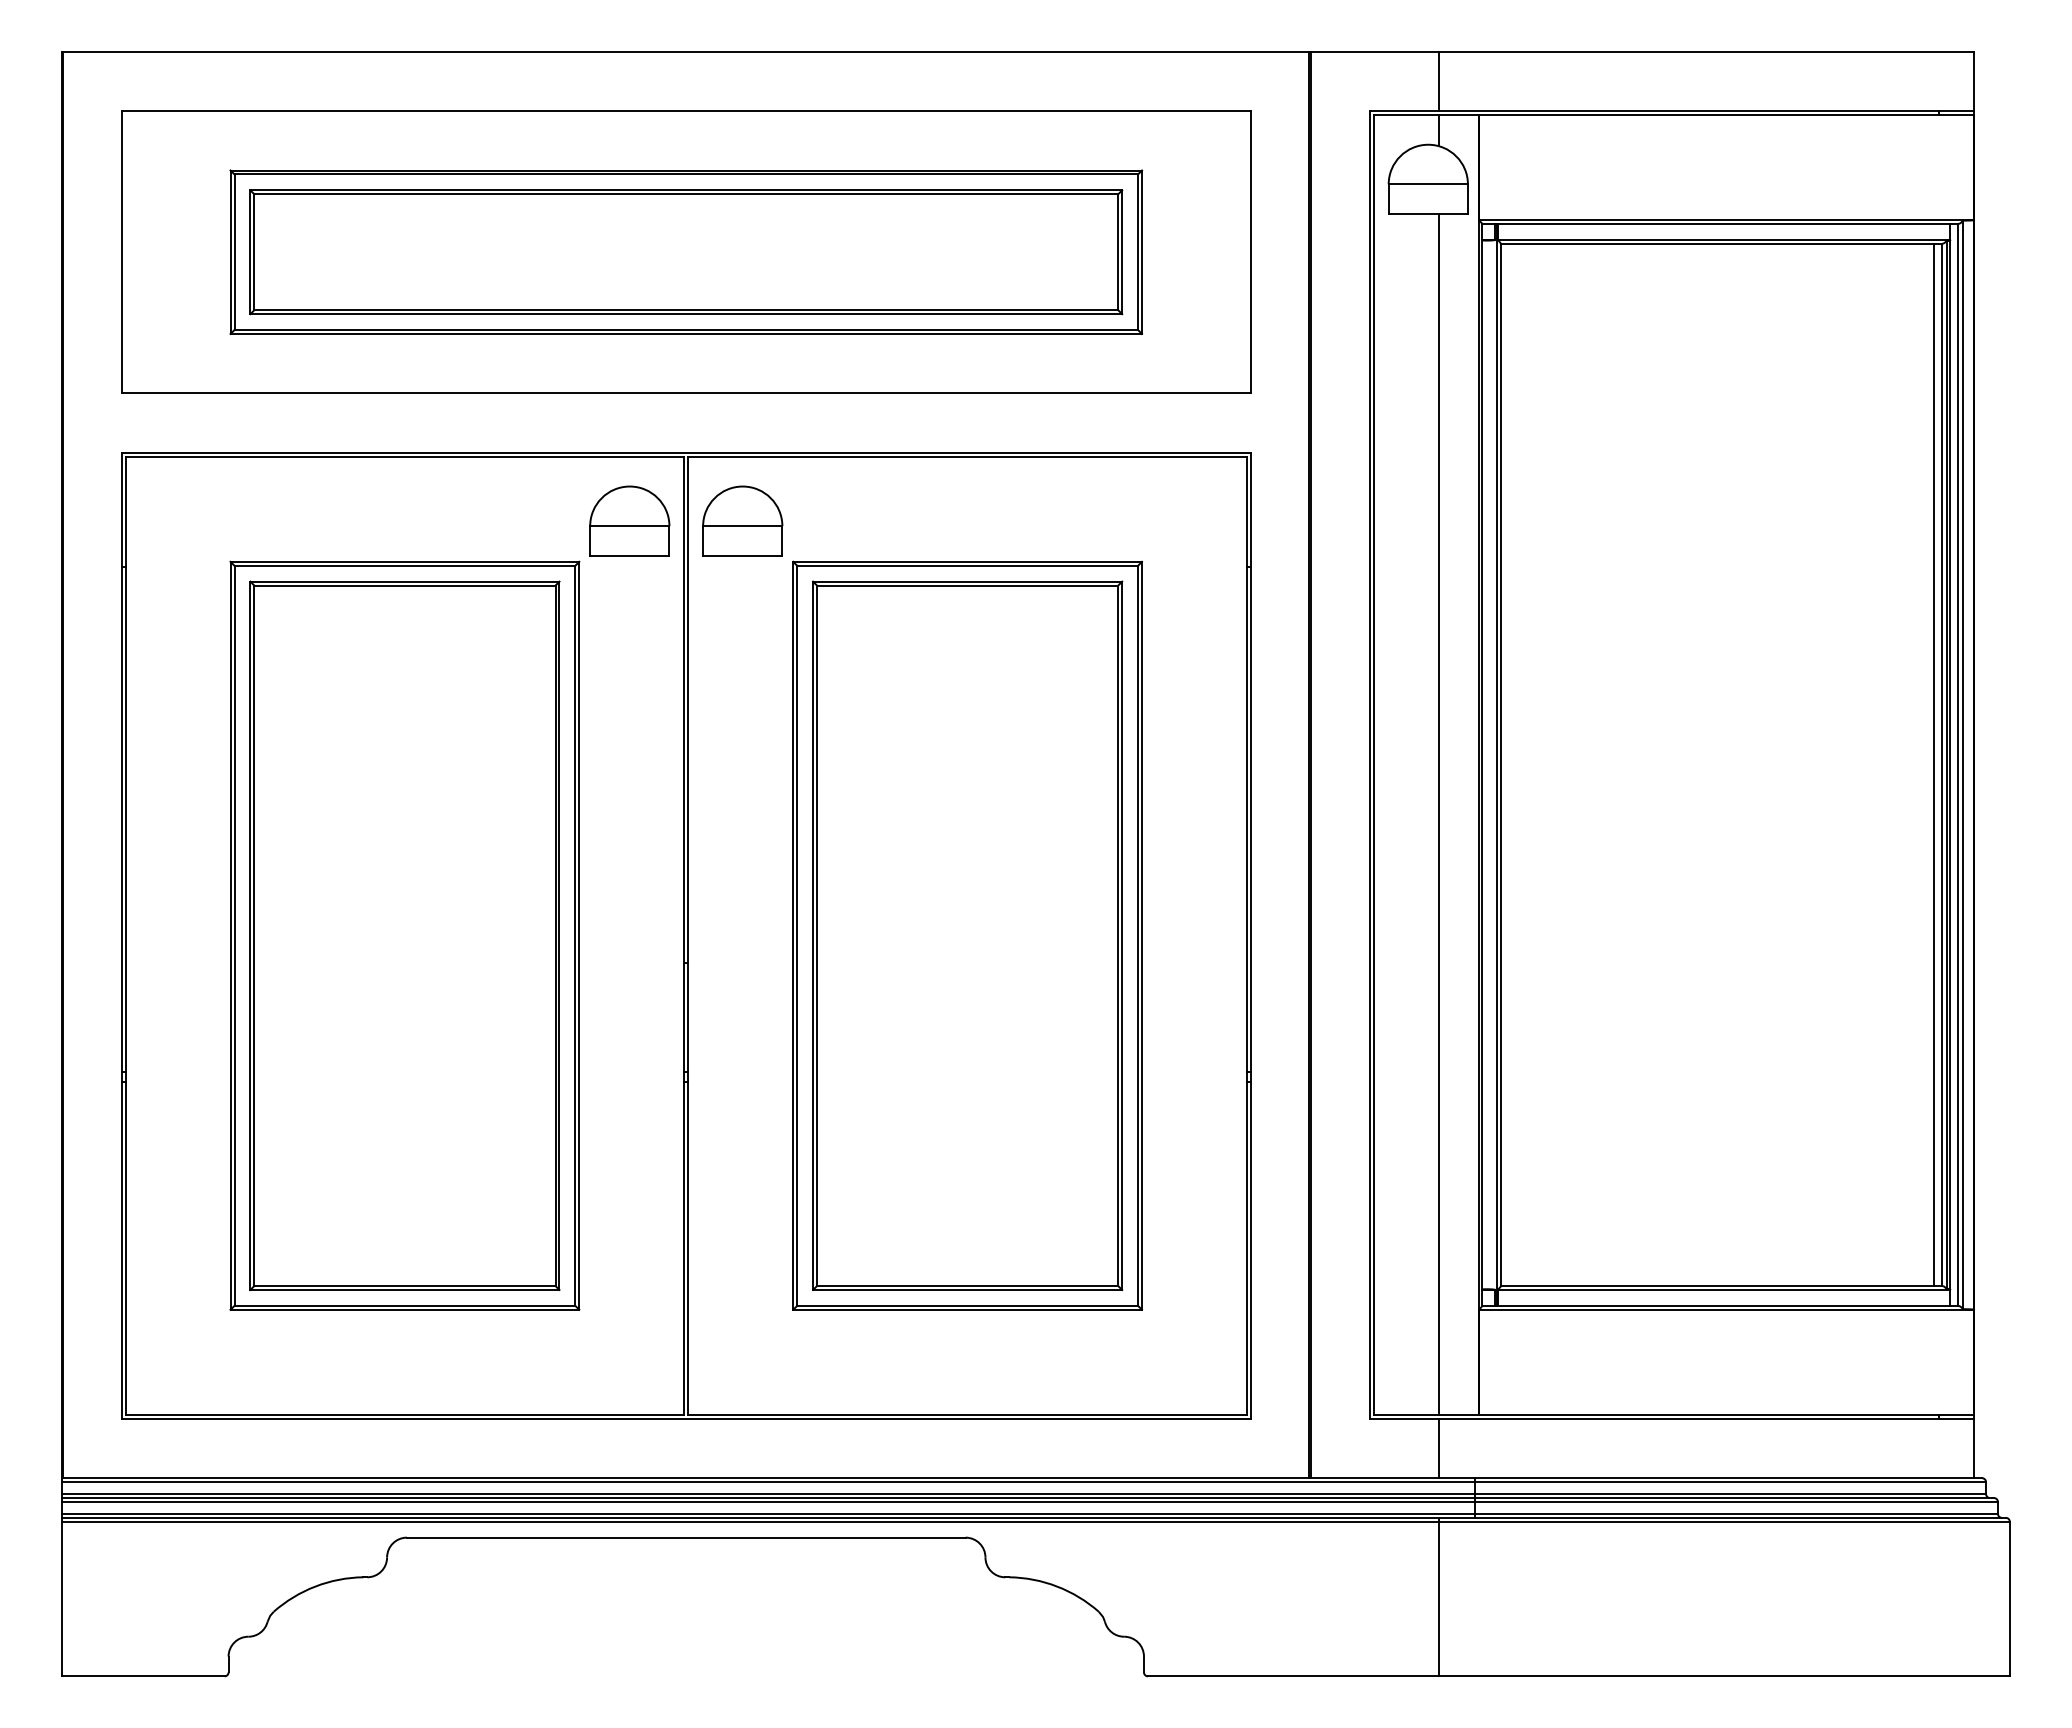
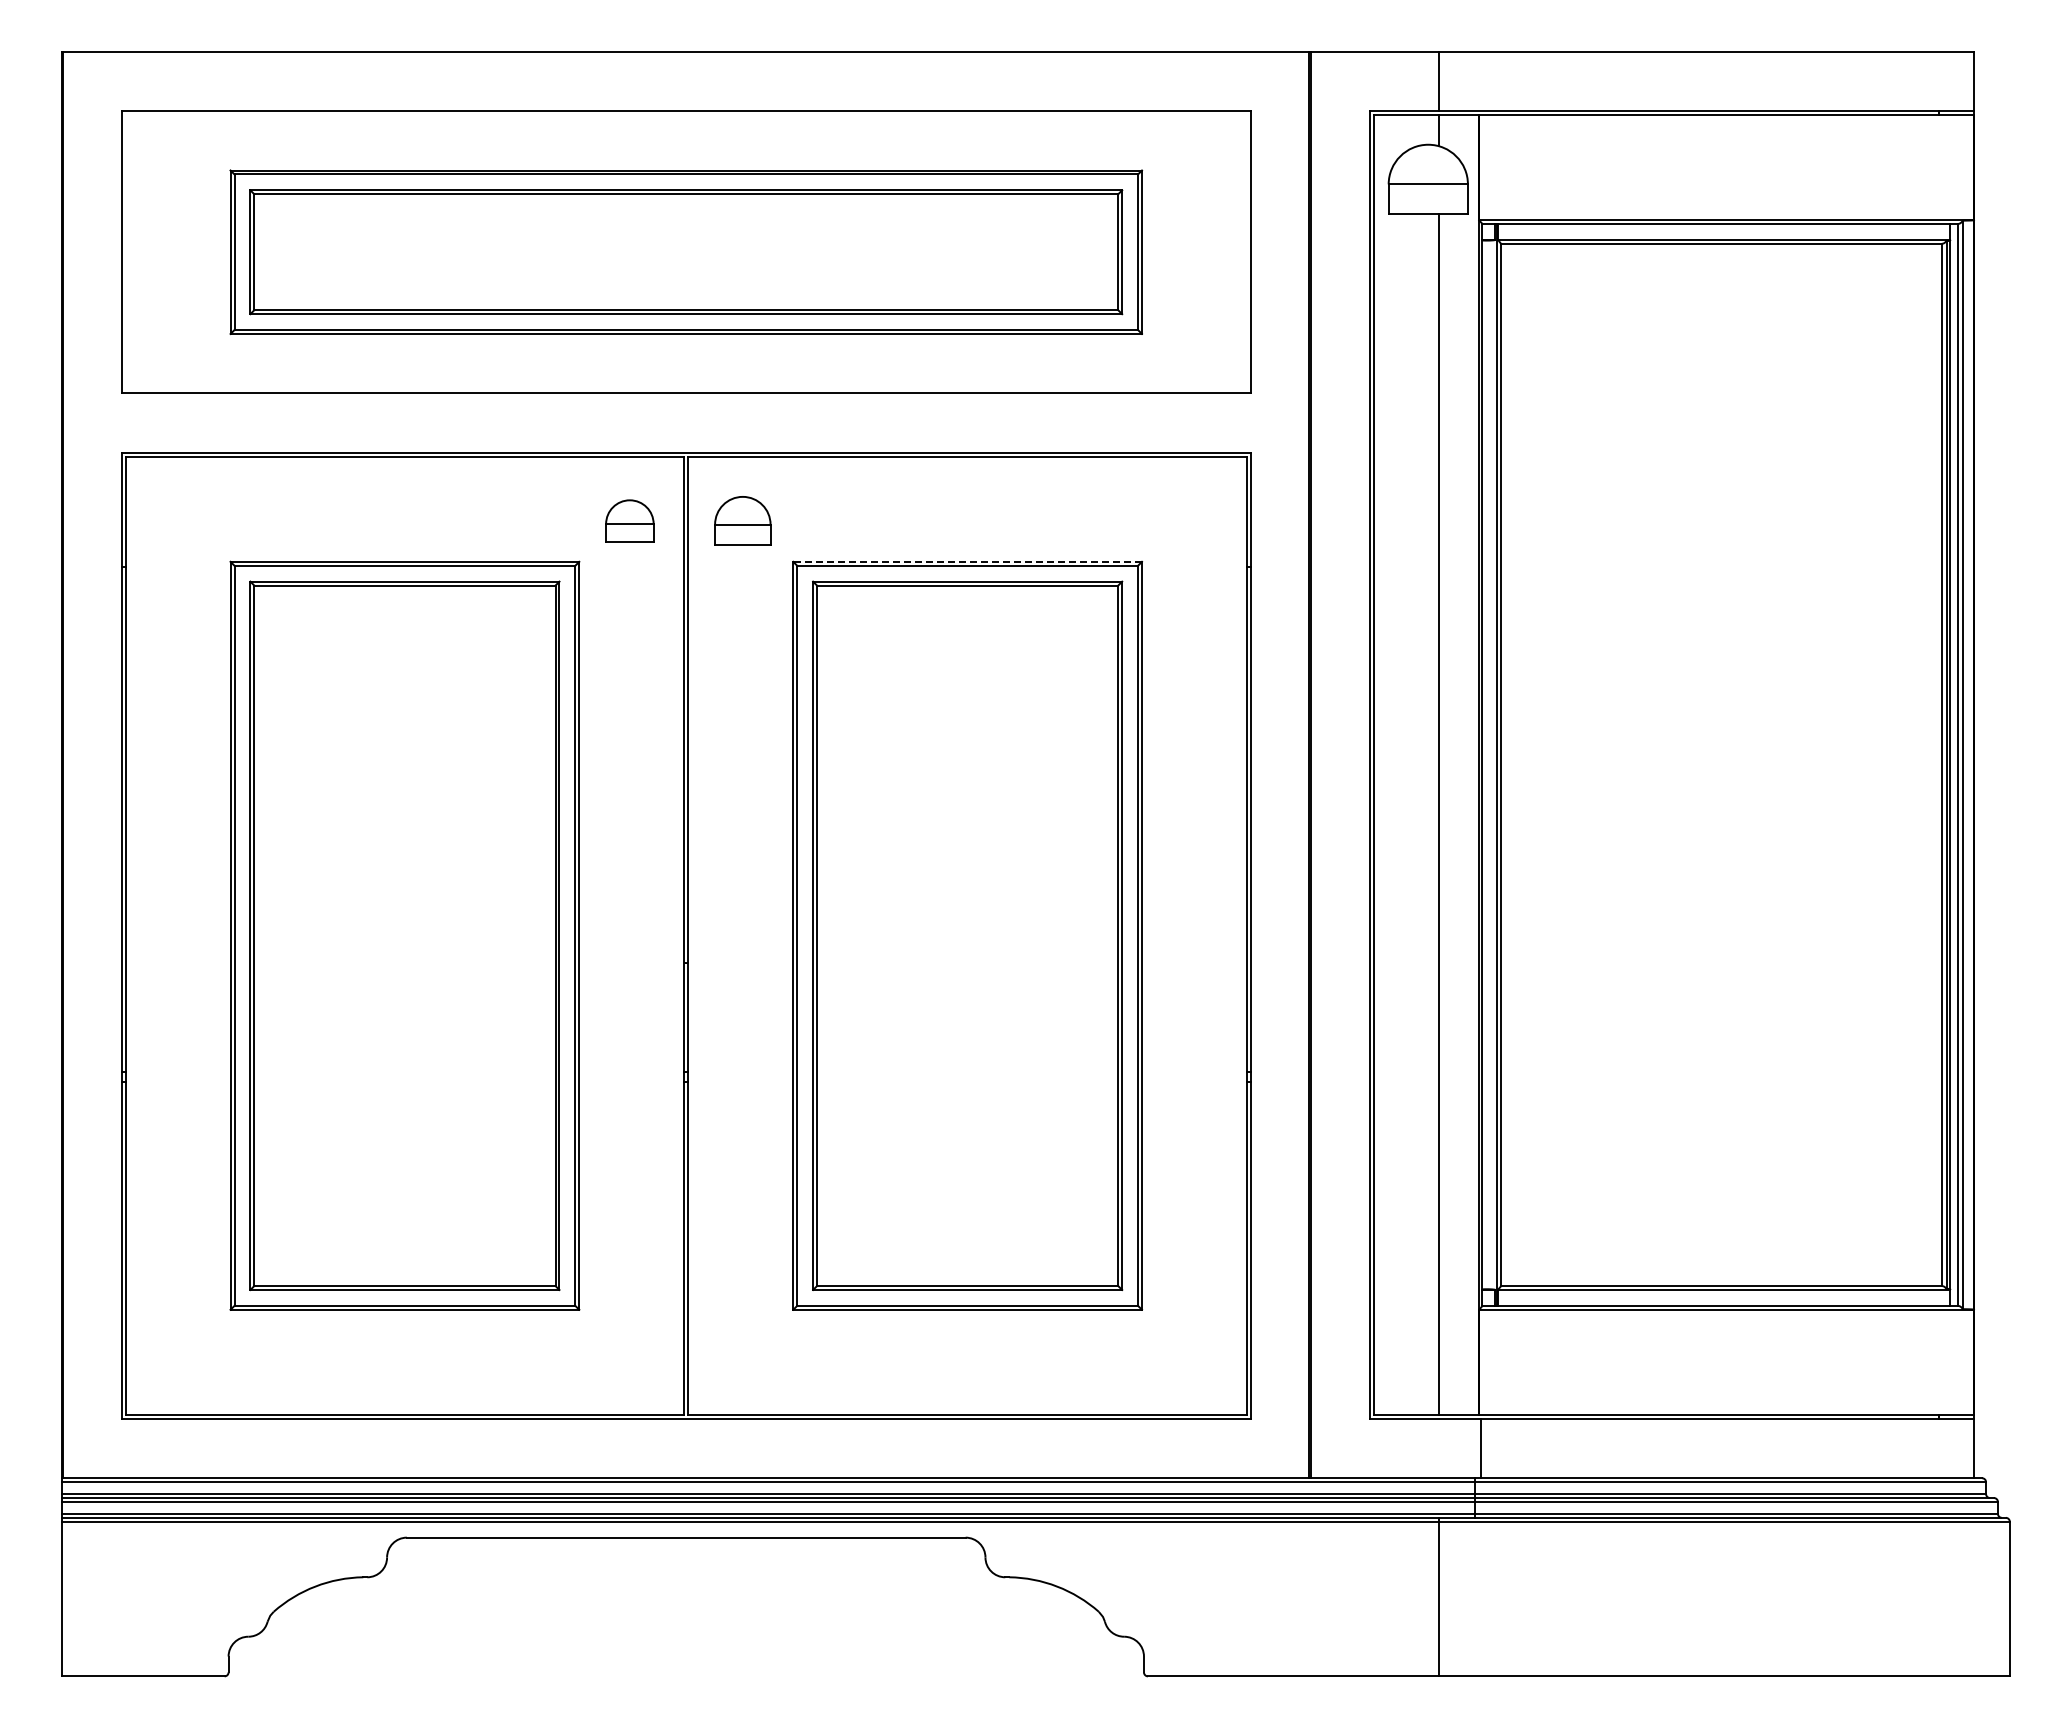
part at (629, 520) size: 82x72 px -> 50x44 px
part at (742, 520) size: 82x72 px -> 58x50 px
line at (967, 561): solid -> dashed
line at (1934, 764): present -> none
line at (1439, 1448) position: (1439, 1448) -> (1481, 1448)
